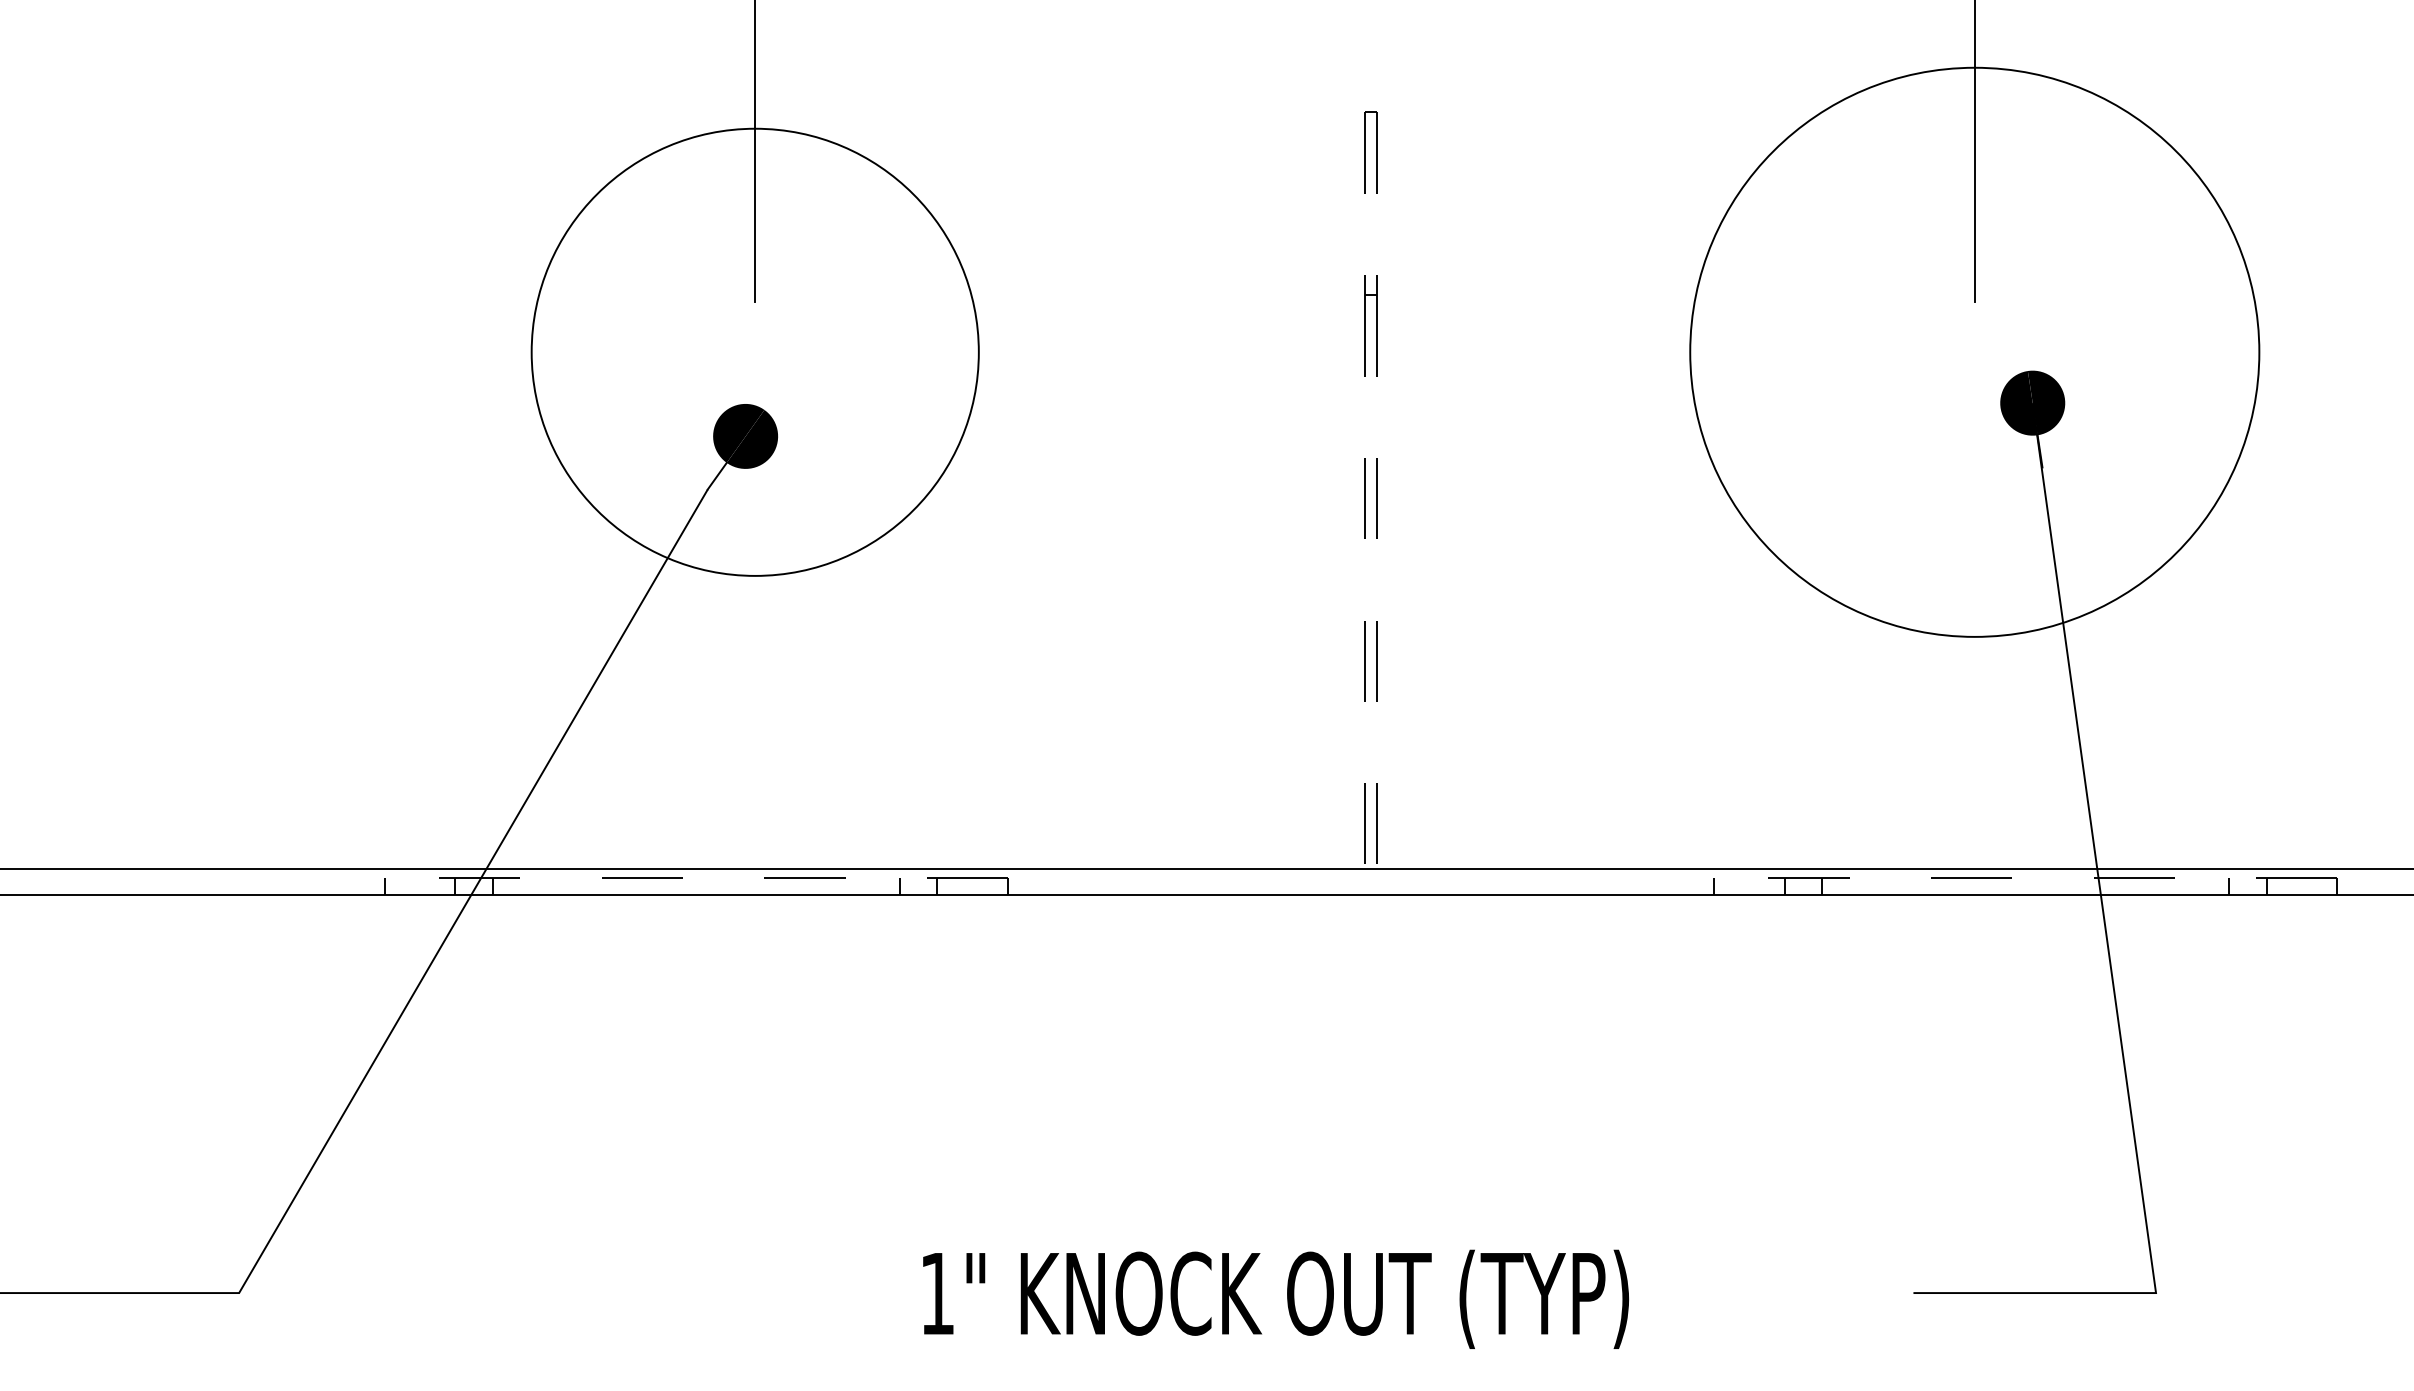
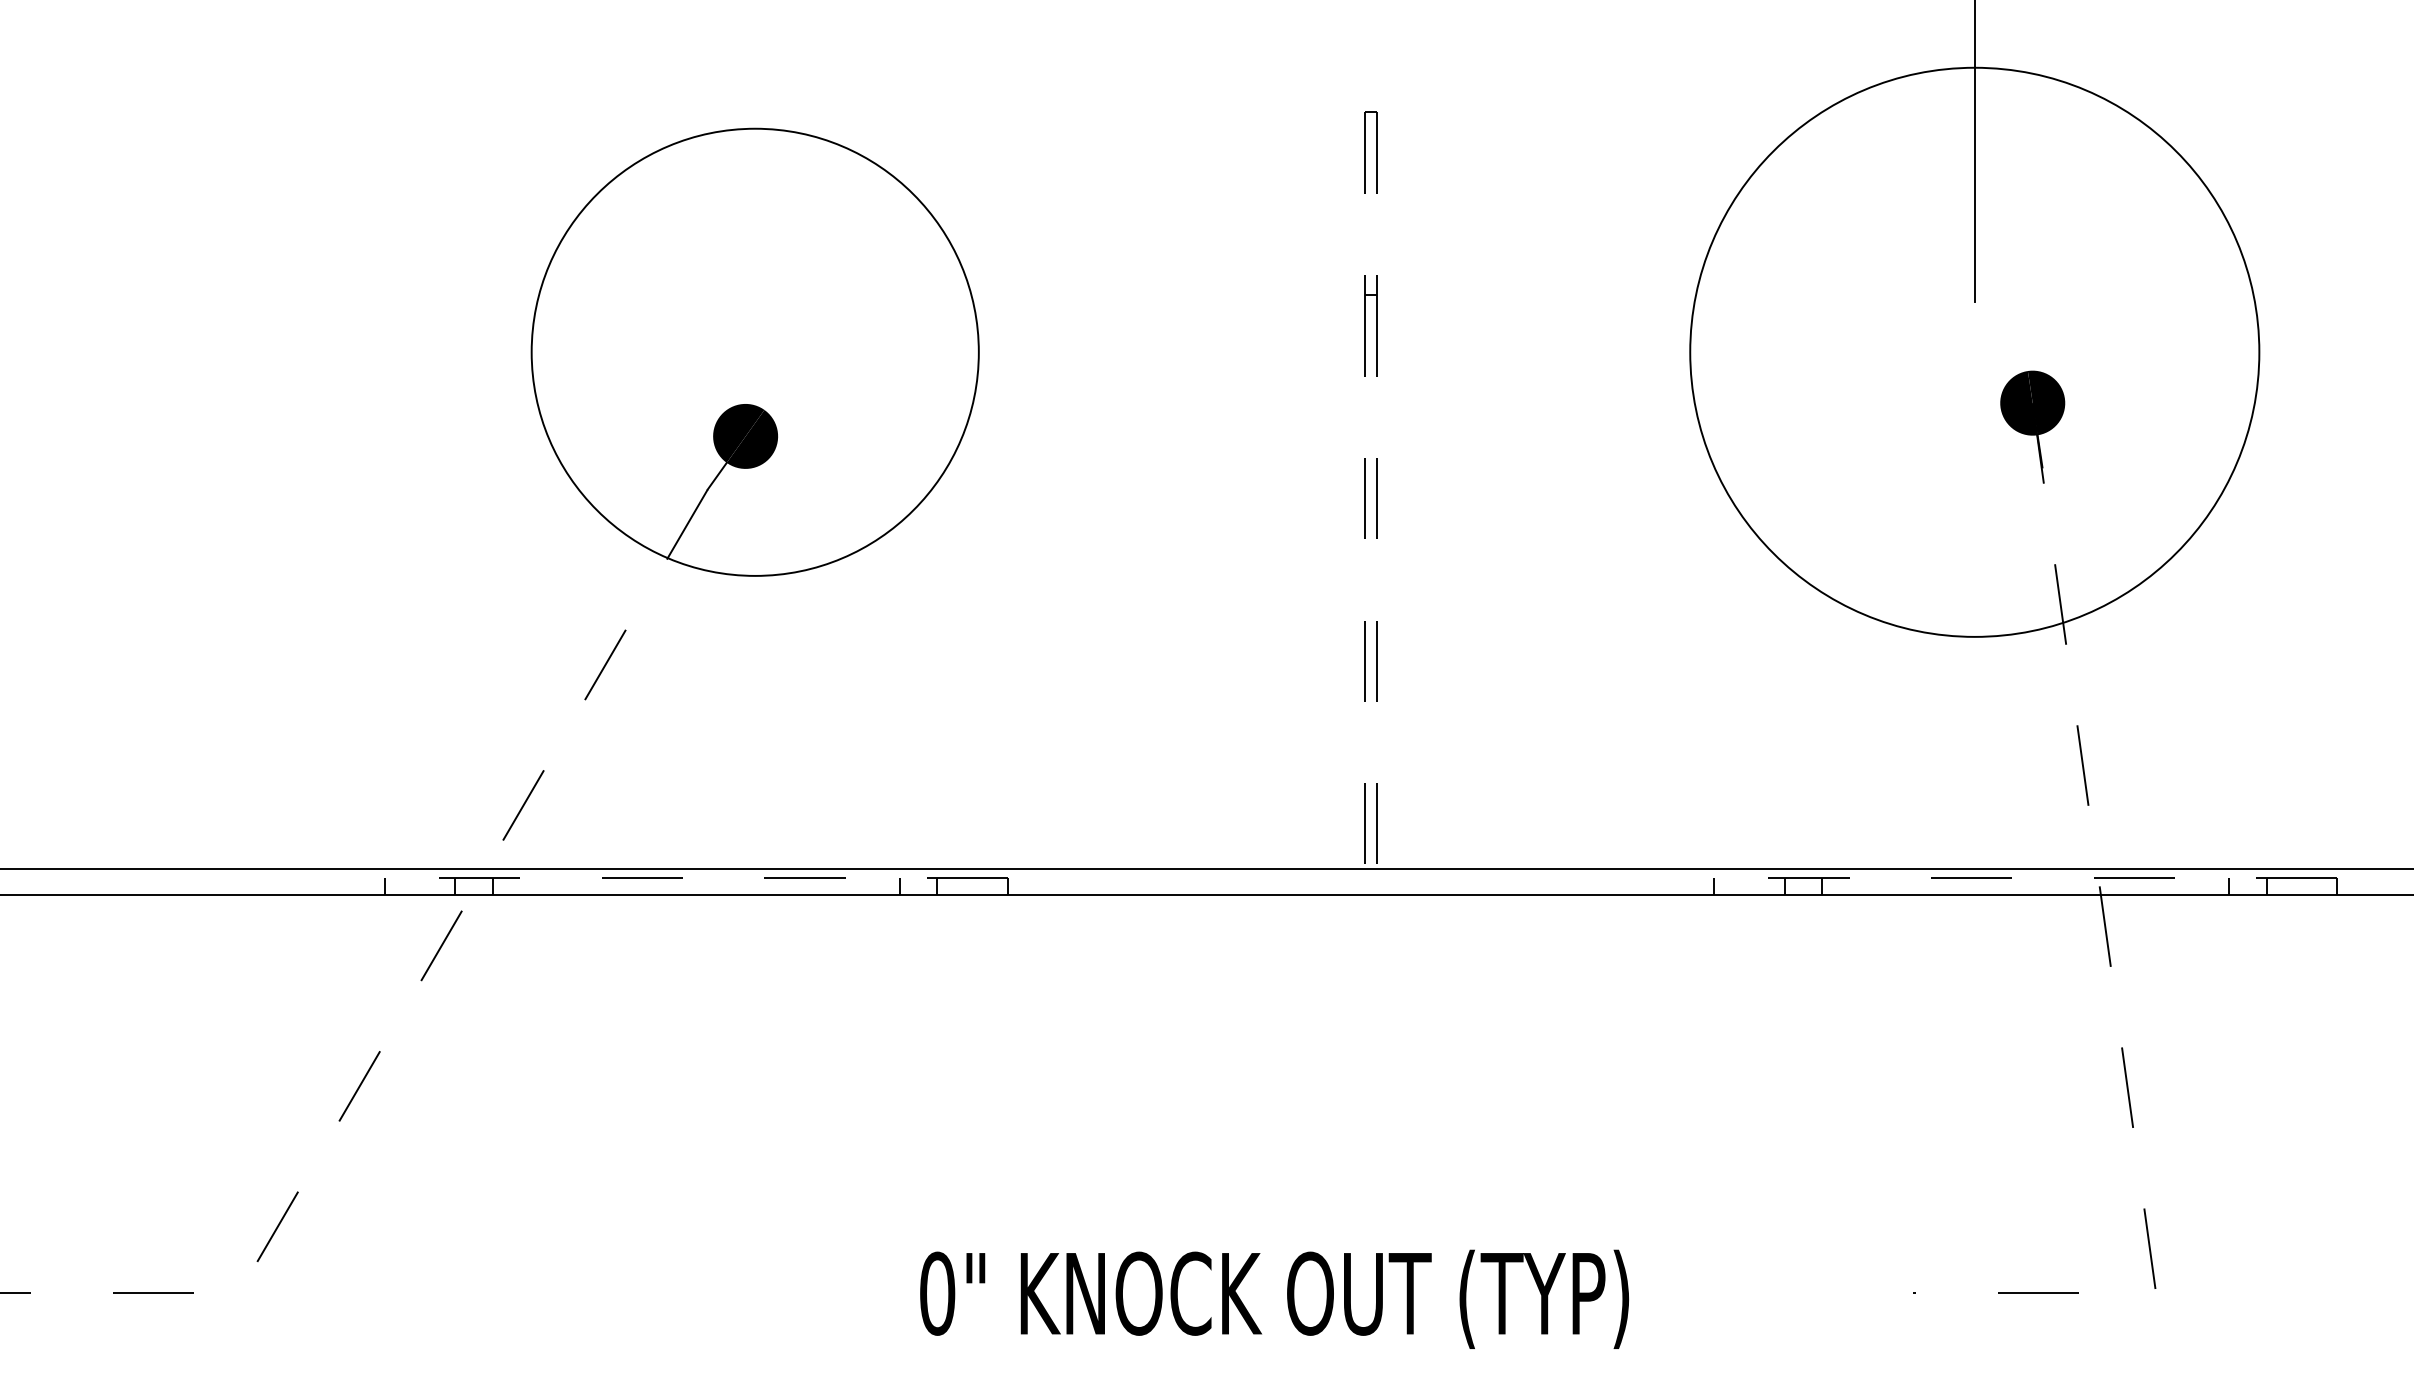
line at (755, 151): present -> none
line at (2111, 969): solid -> dashed
line at (412, 995): solid -> dashed
text at (937, 1293): 1" -> 0"
